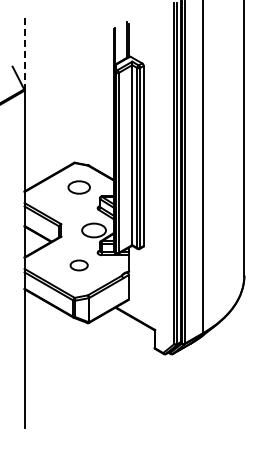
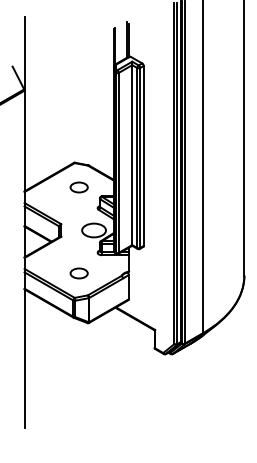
line at (24, 54): dashed -> solid
part at (78, 187) size: 24x15 px -> 20x13 px
part at (78, 265) position: (78, 265) -> (78, 273)
